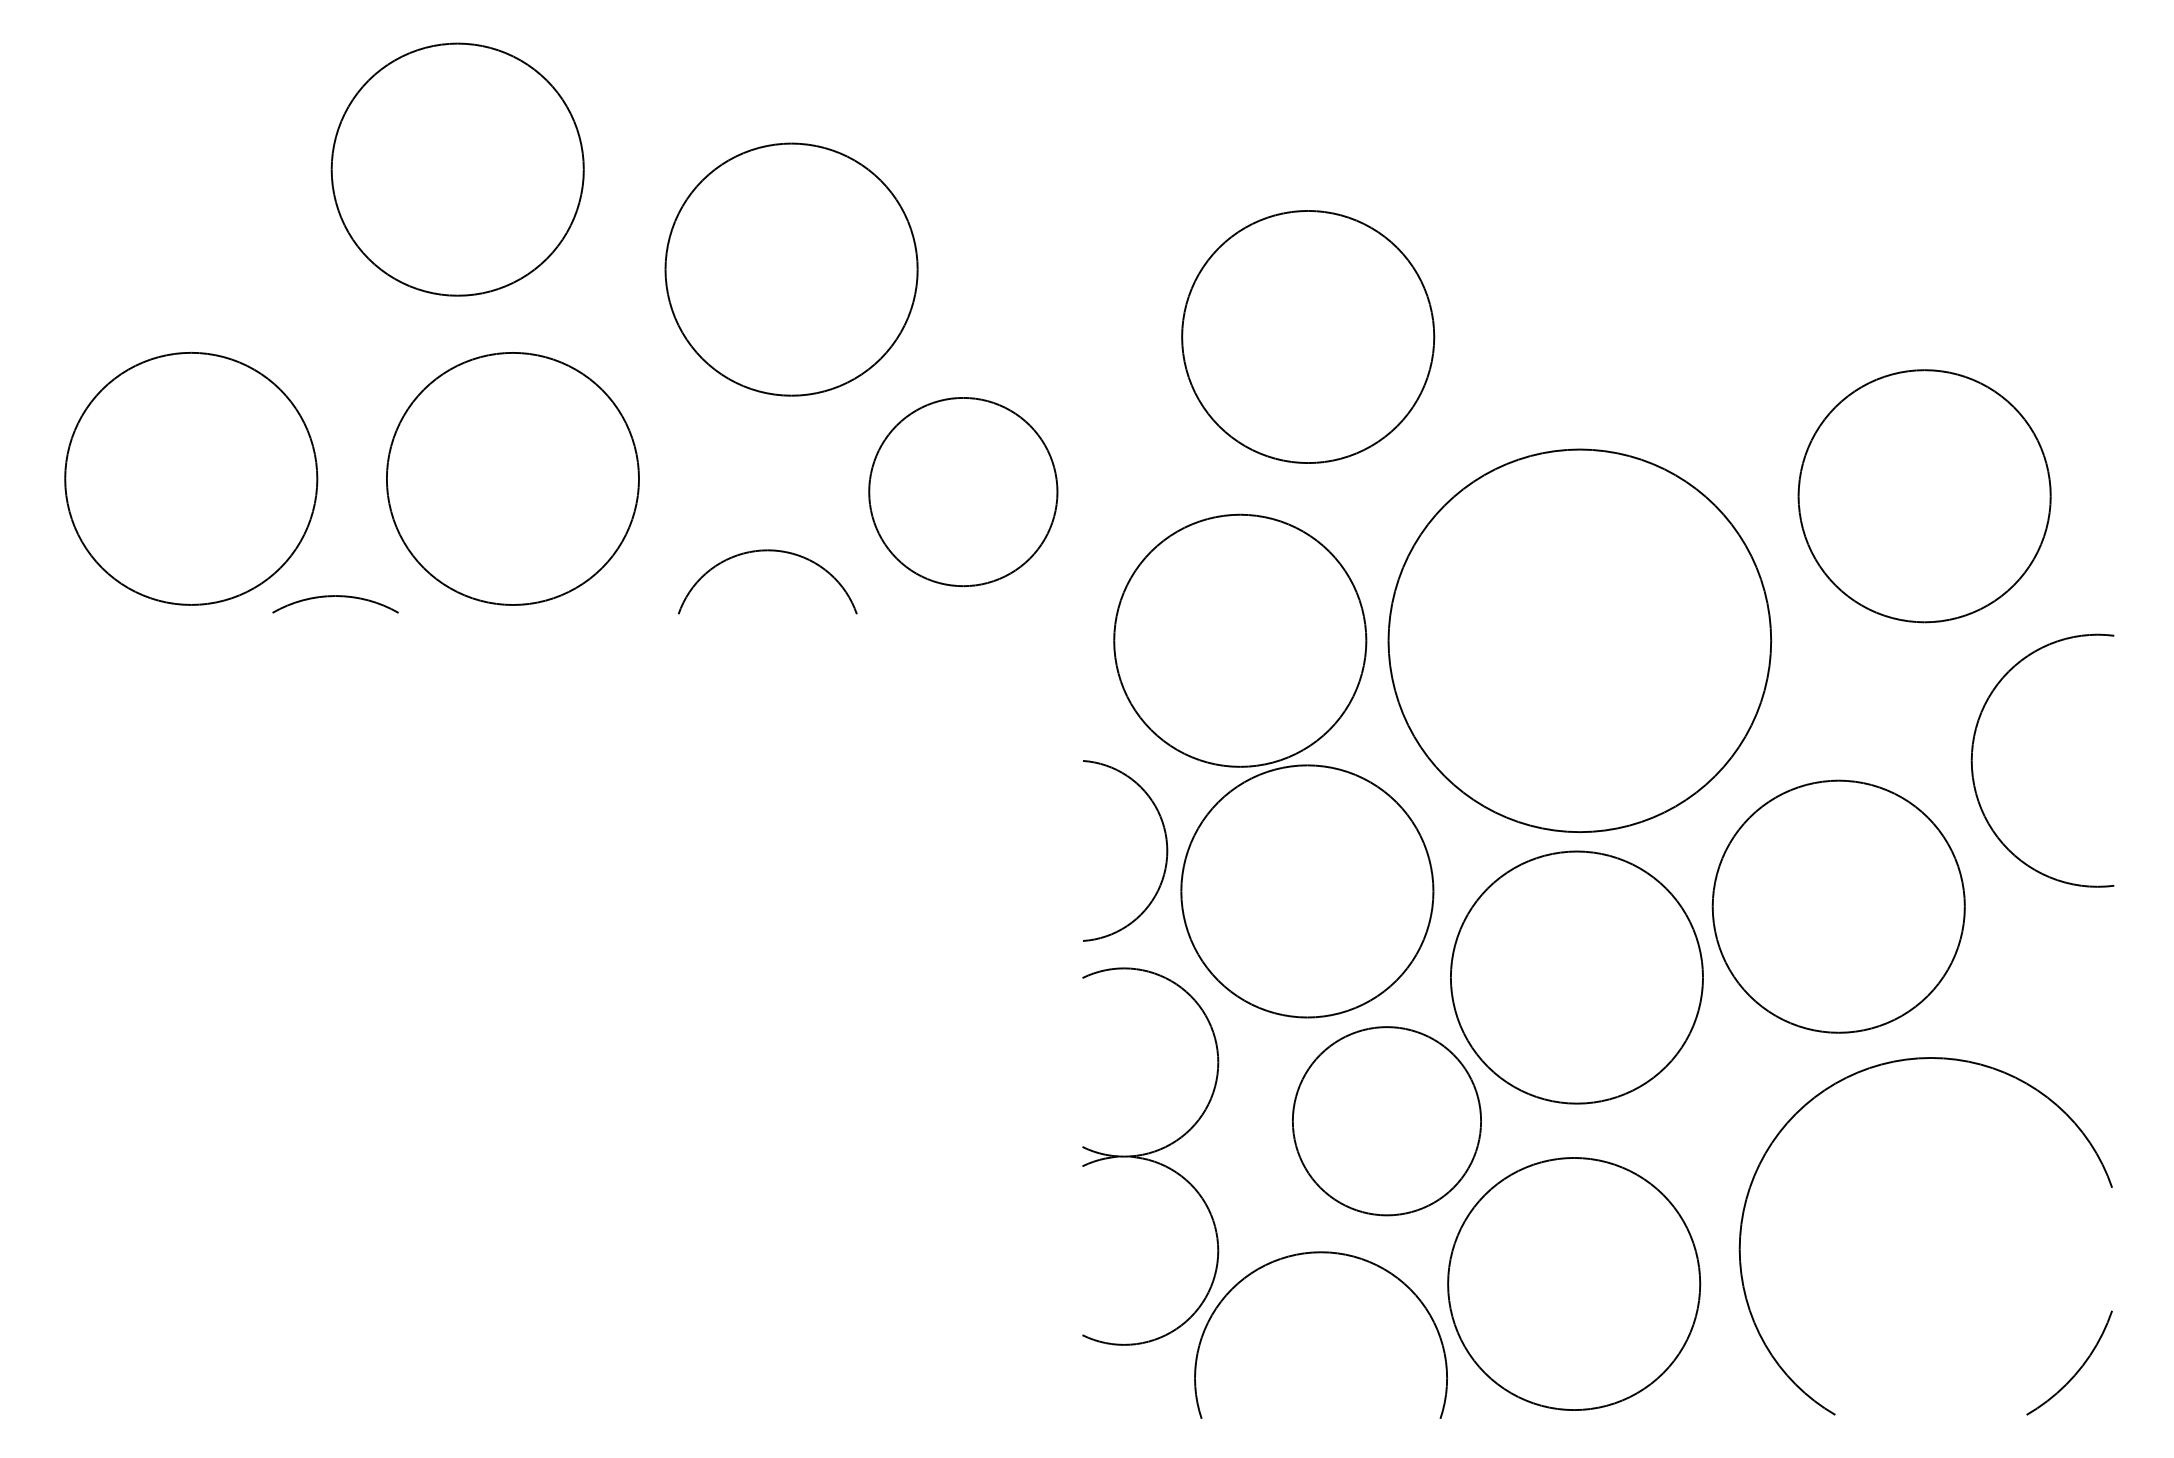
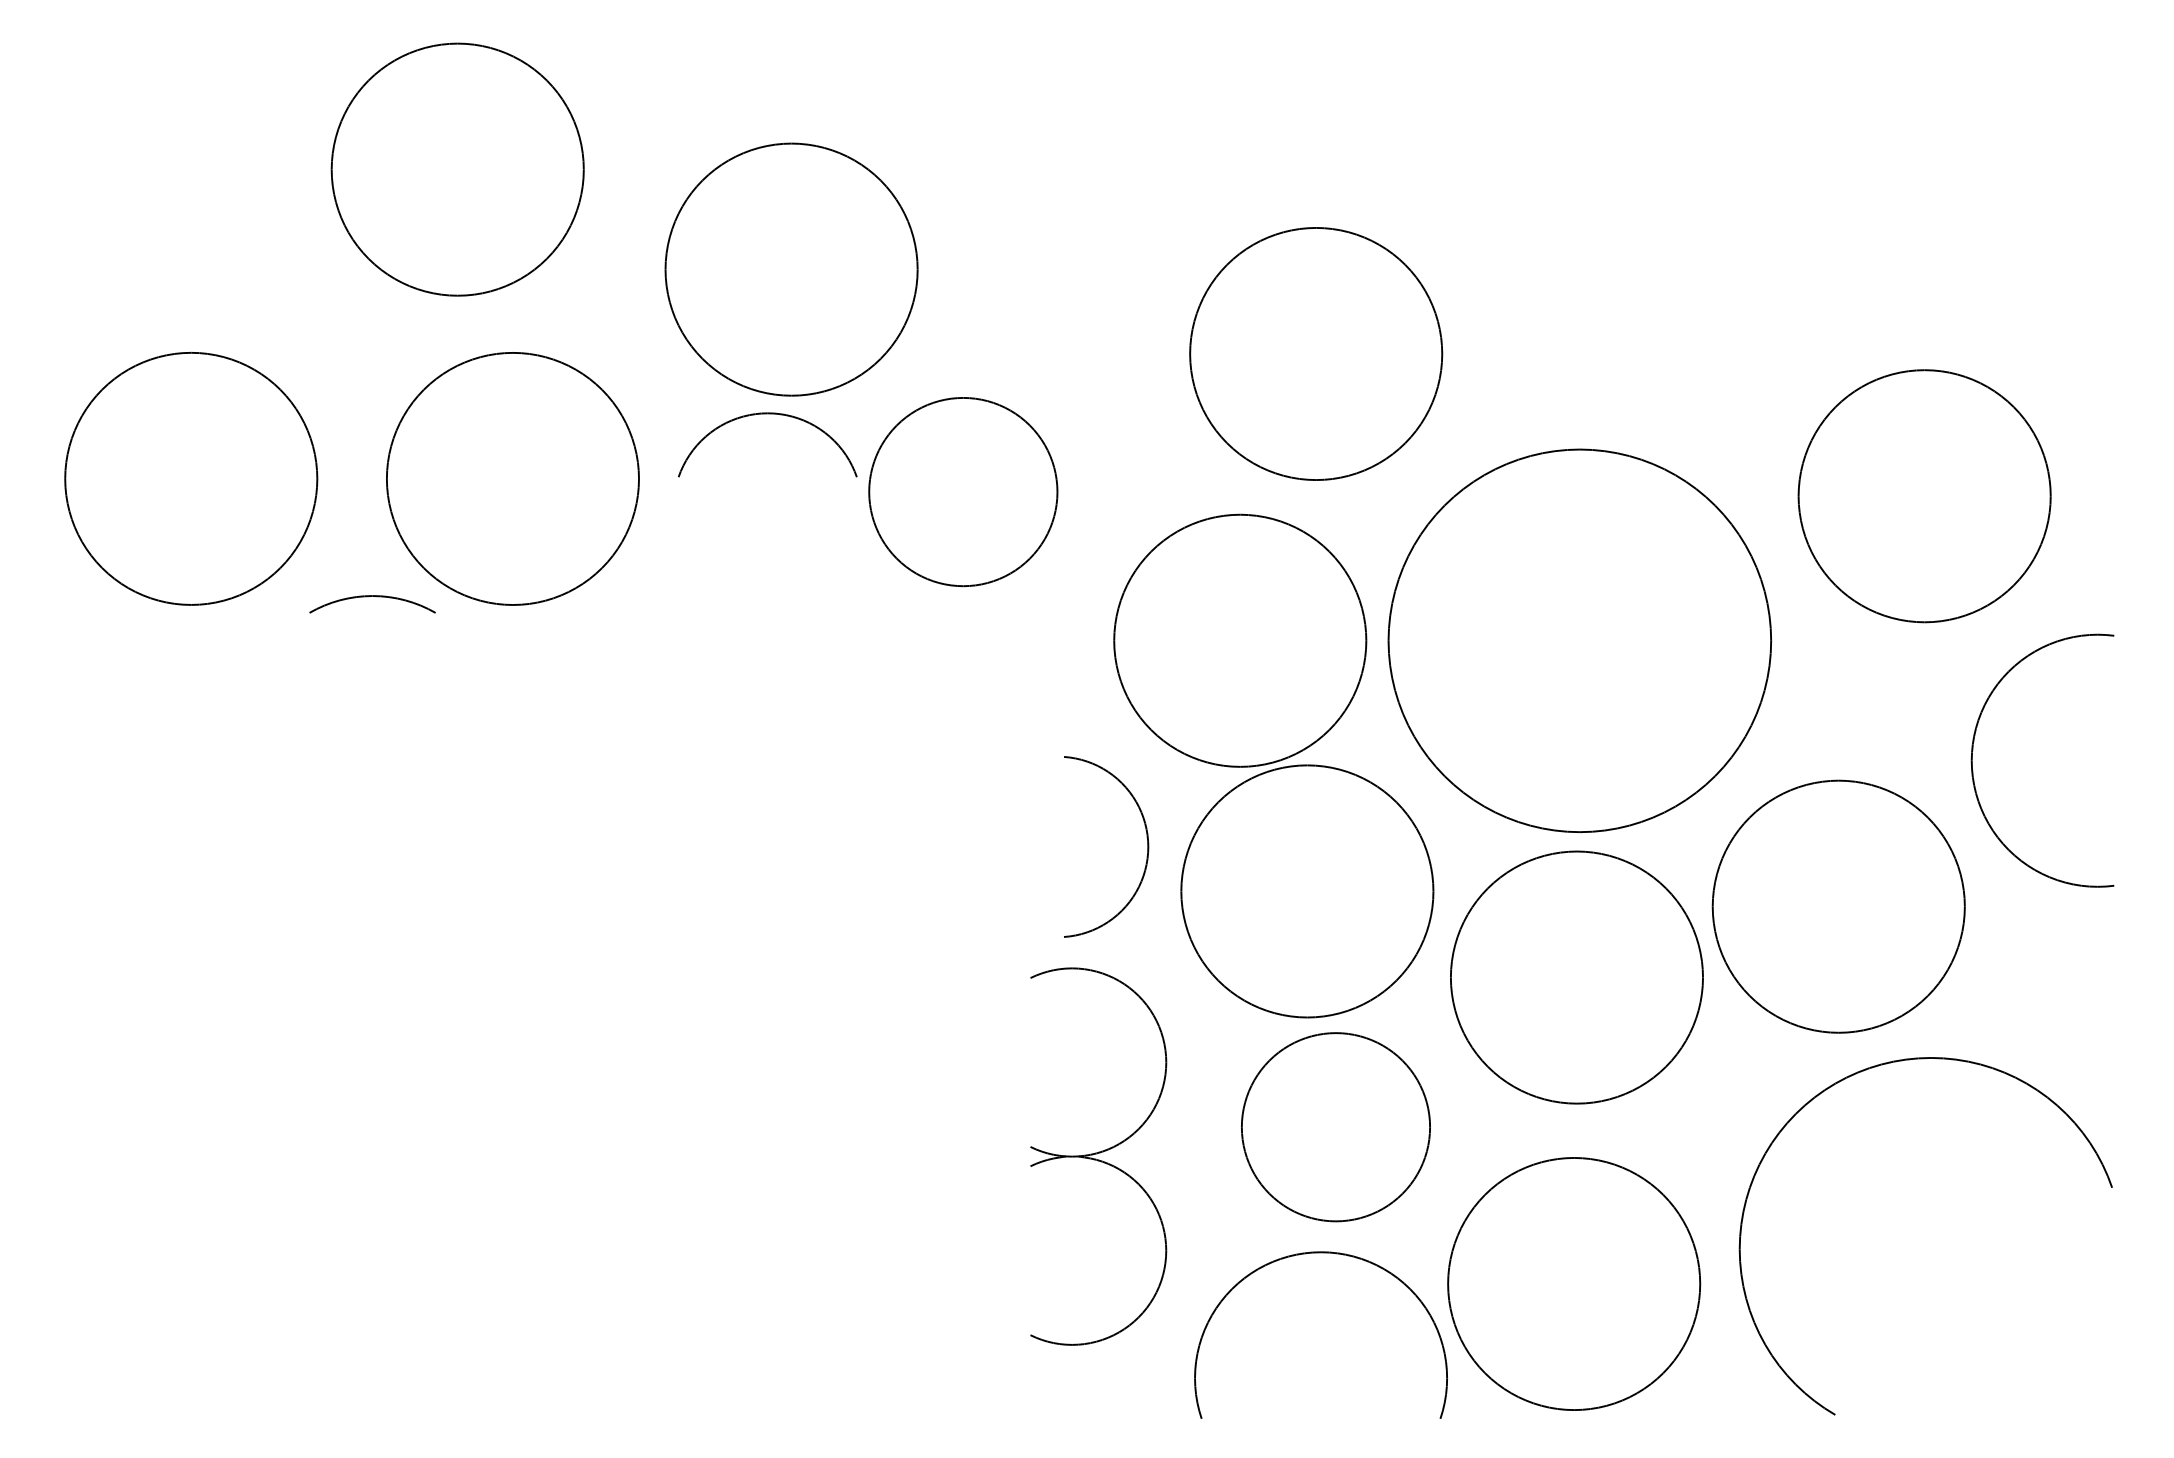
part at (1308, 336) position: (1308, 336) -> (1316, 353)
part at (767, 551) position: (767, 551) -> (767, 414)
part at (335, 596) position: (335, 596) -> (372, 596)
part at (1165, 841) position: (1165, 841) -> (1146, 837)
part at (1386, 1121) position: (1386, 1121) -> (1335, 1127)
part at (1150, 1156) position: (1150, 1156) -> (1098, 1156)
part at (2077, 1370): present -> none
